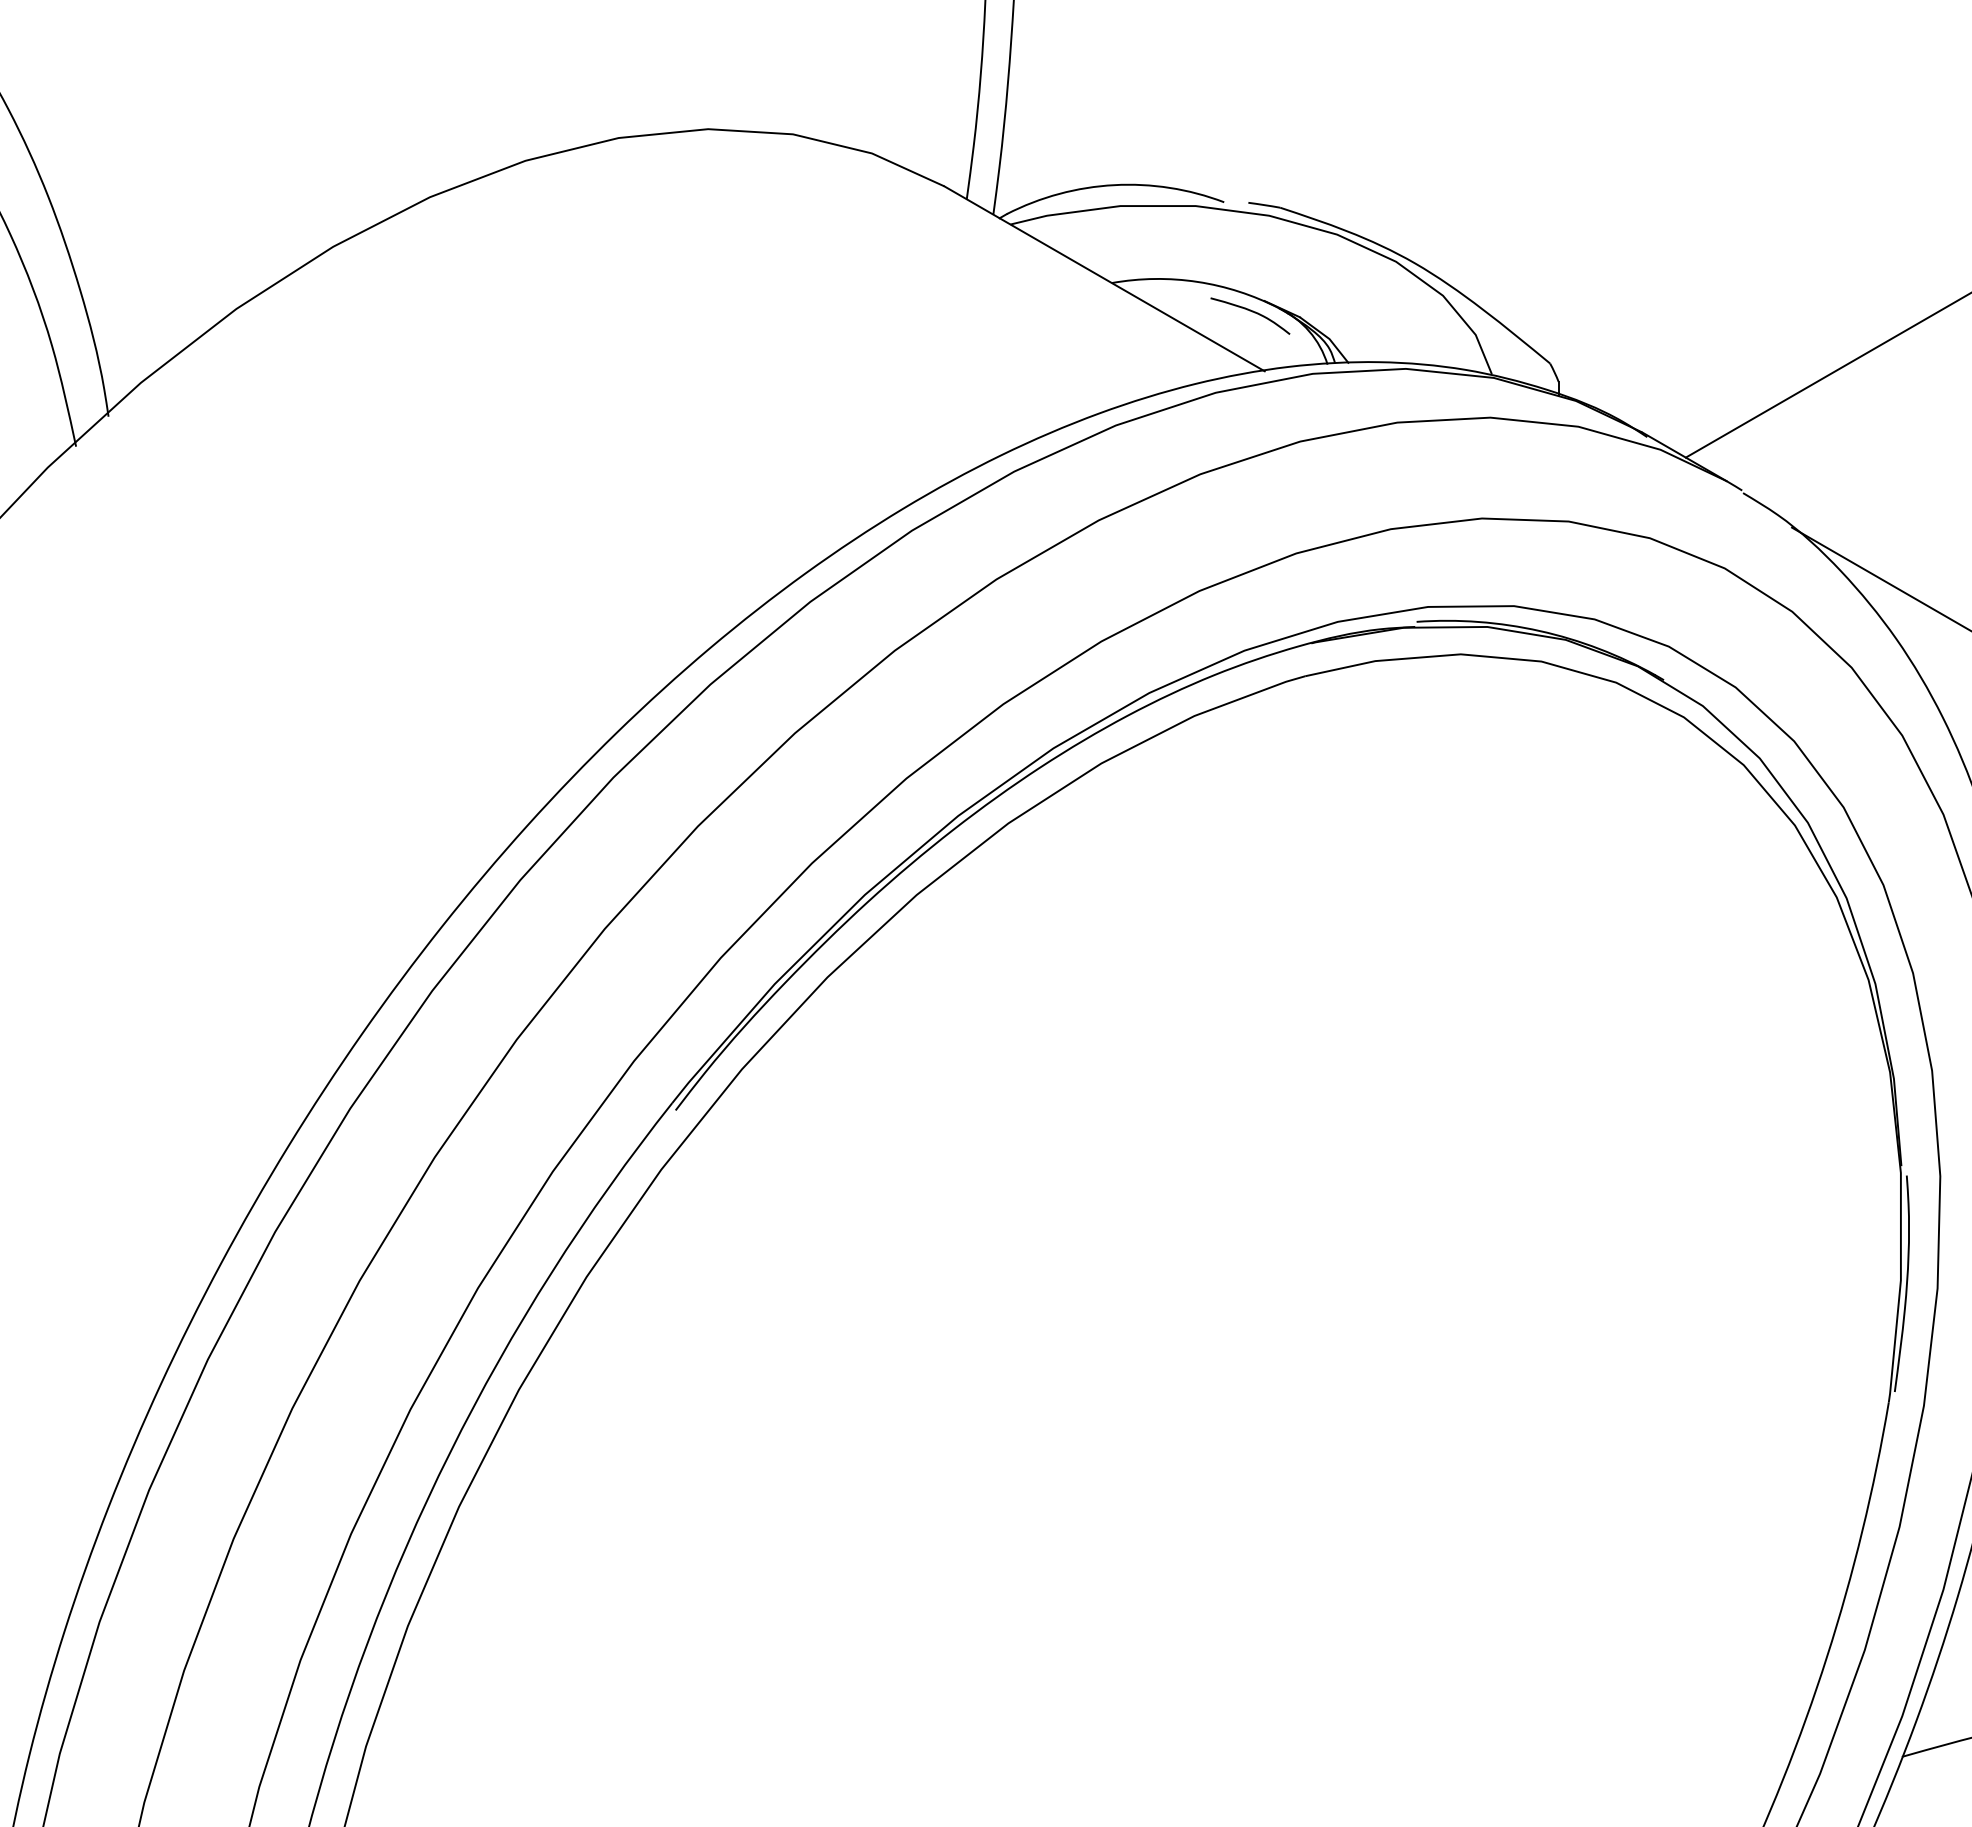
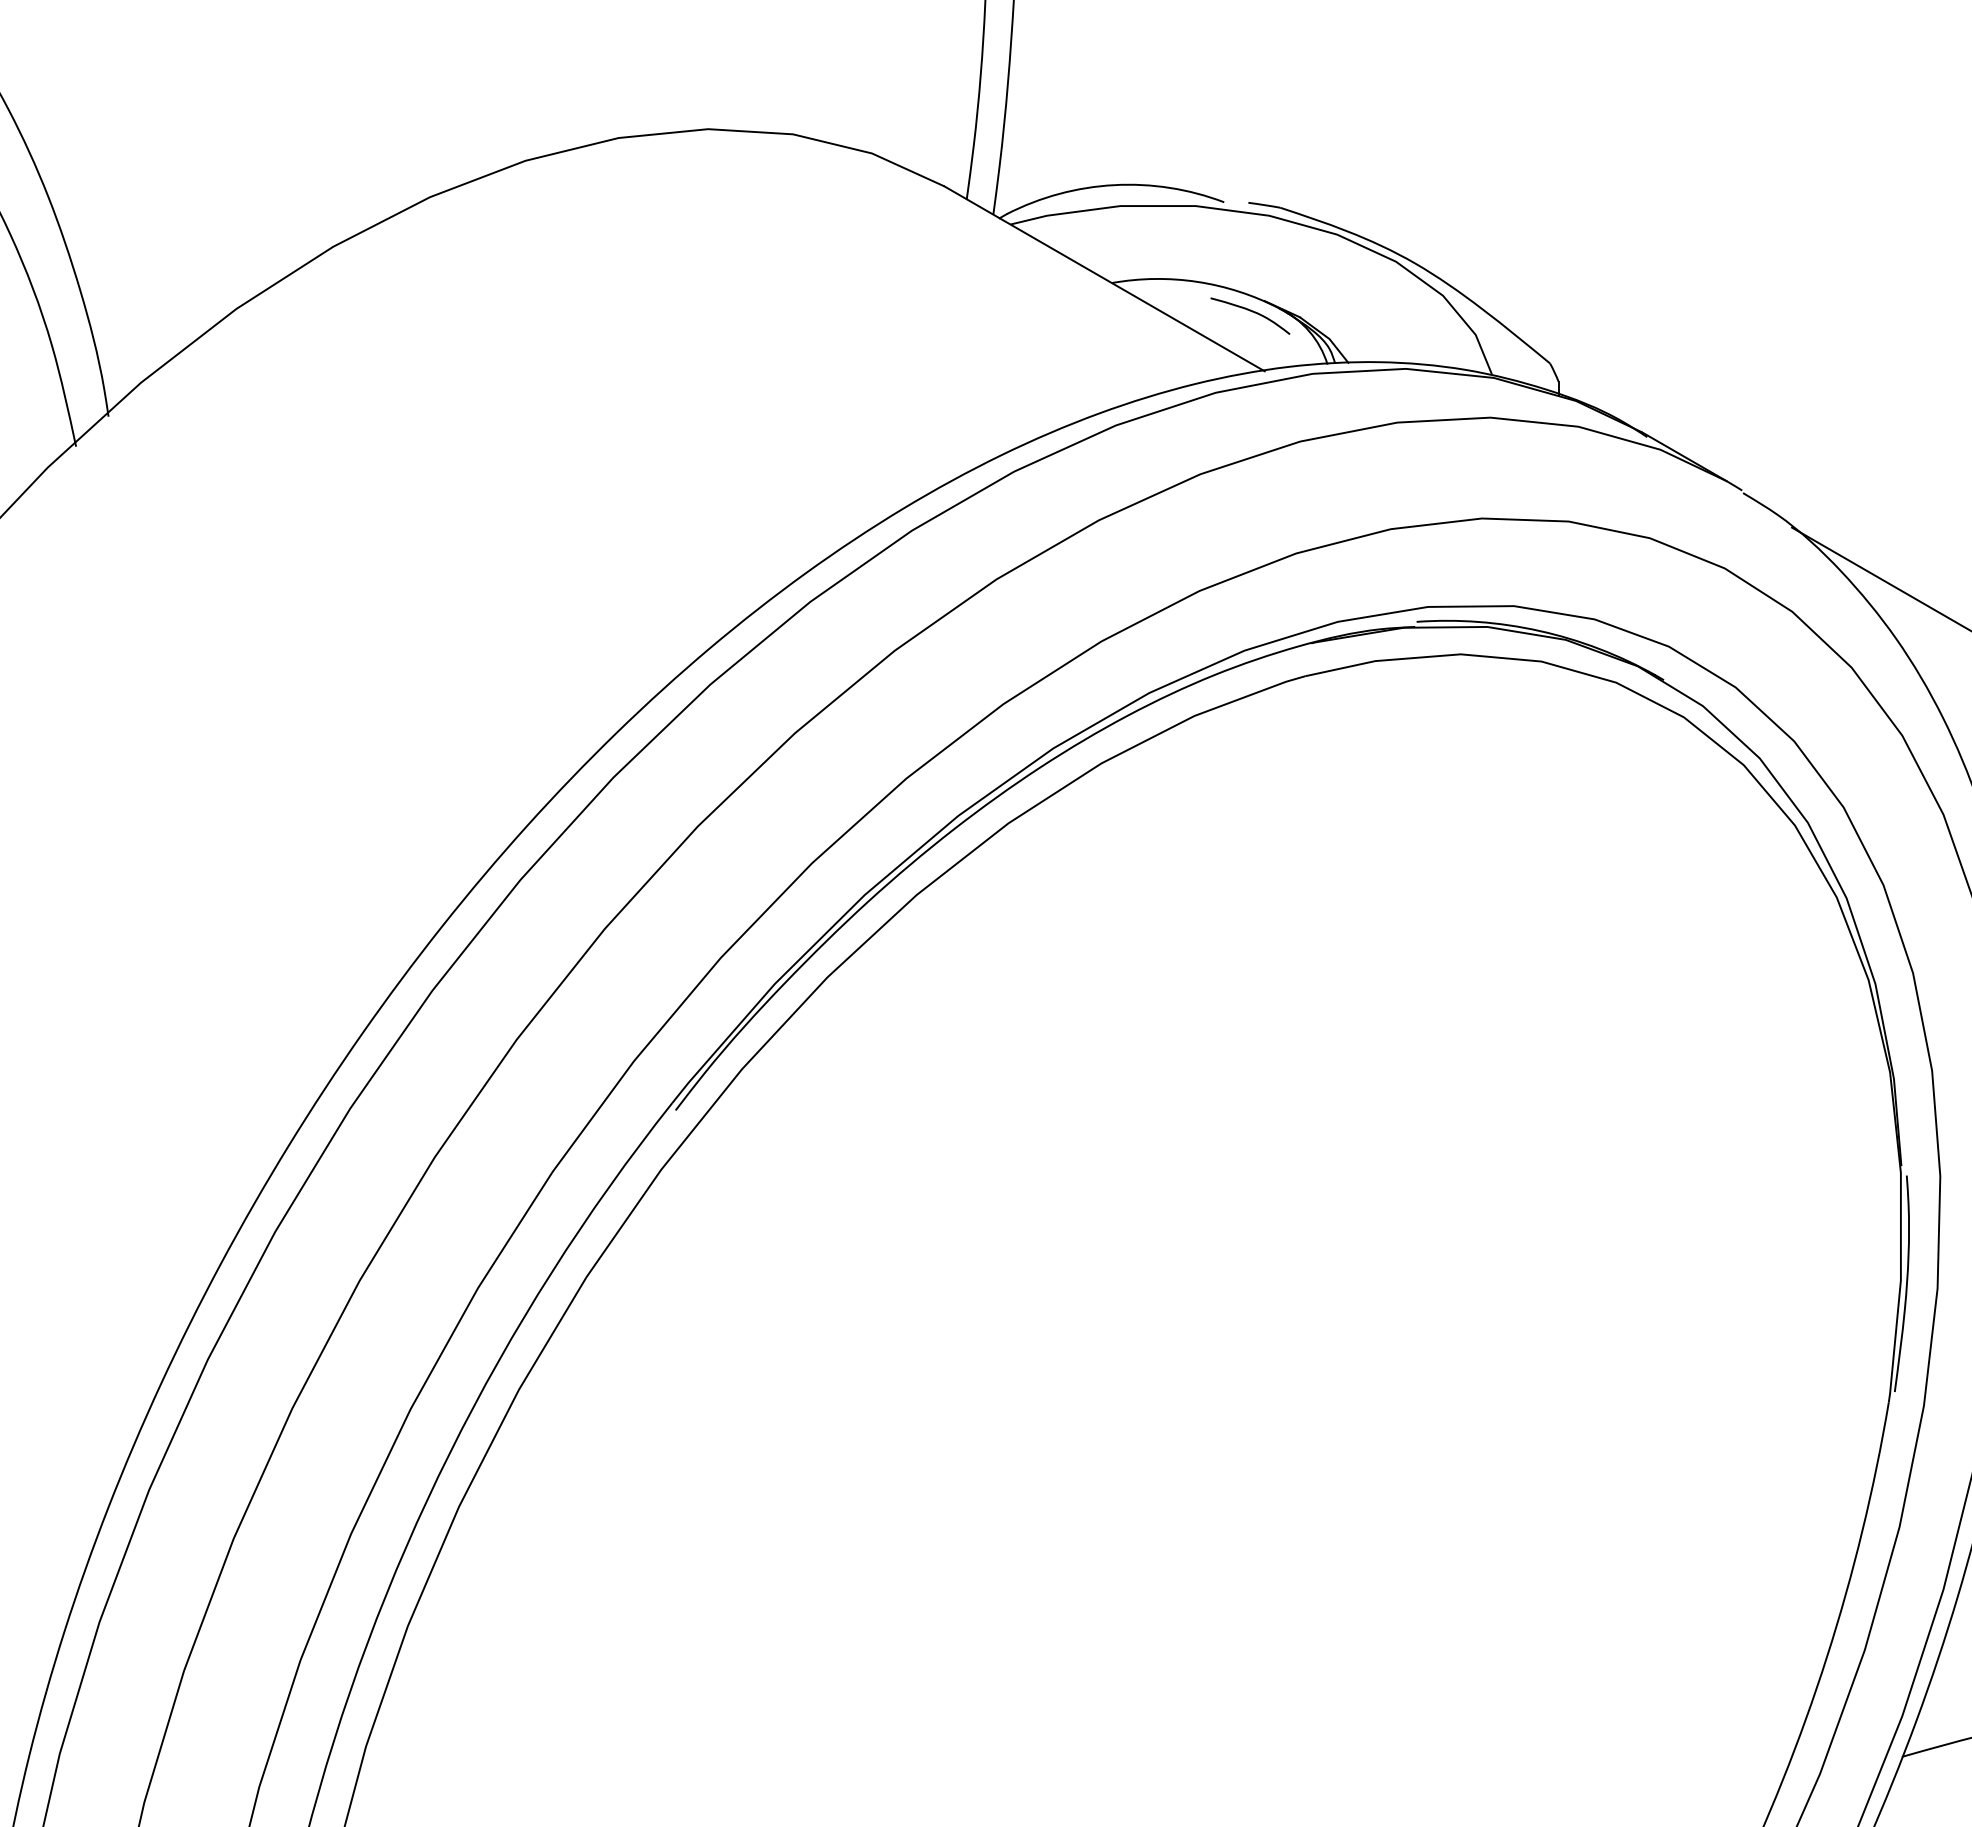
line at (1826, 375): present -> none
